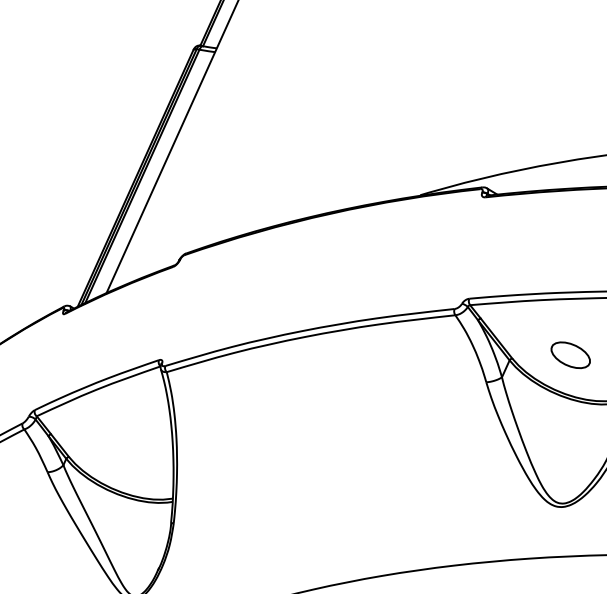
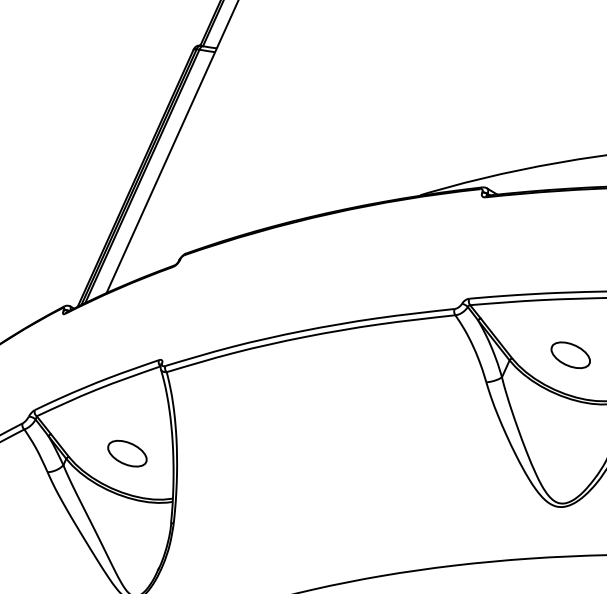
part at (127, 453): none -> present
